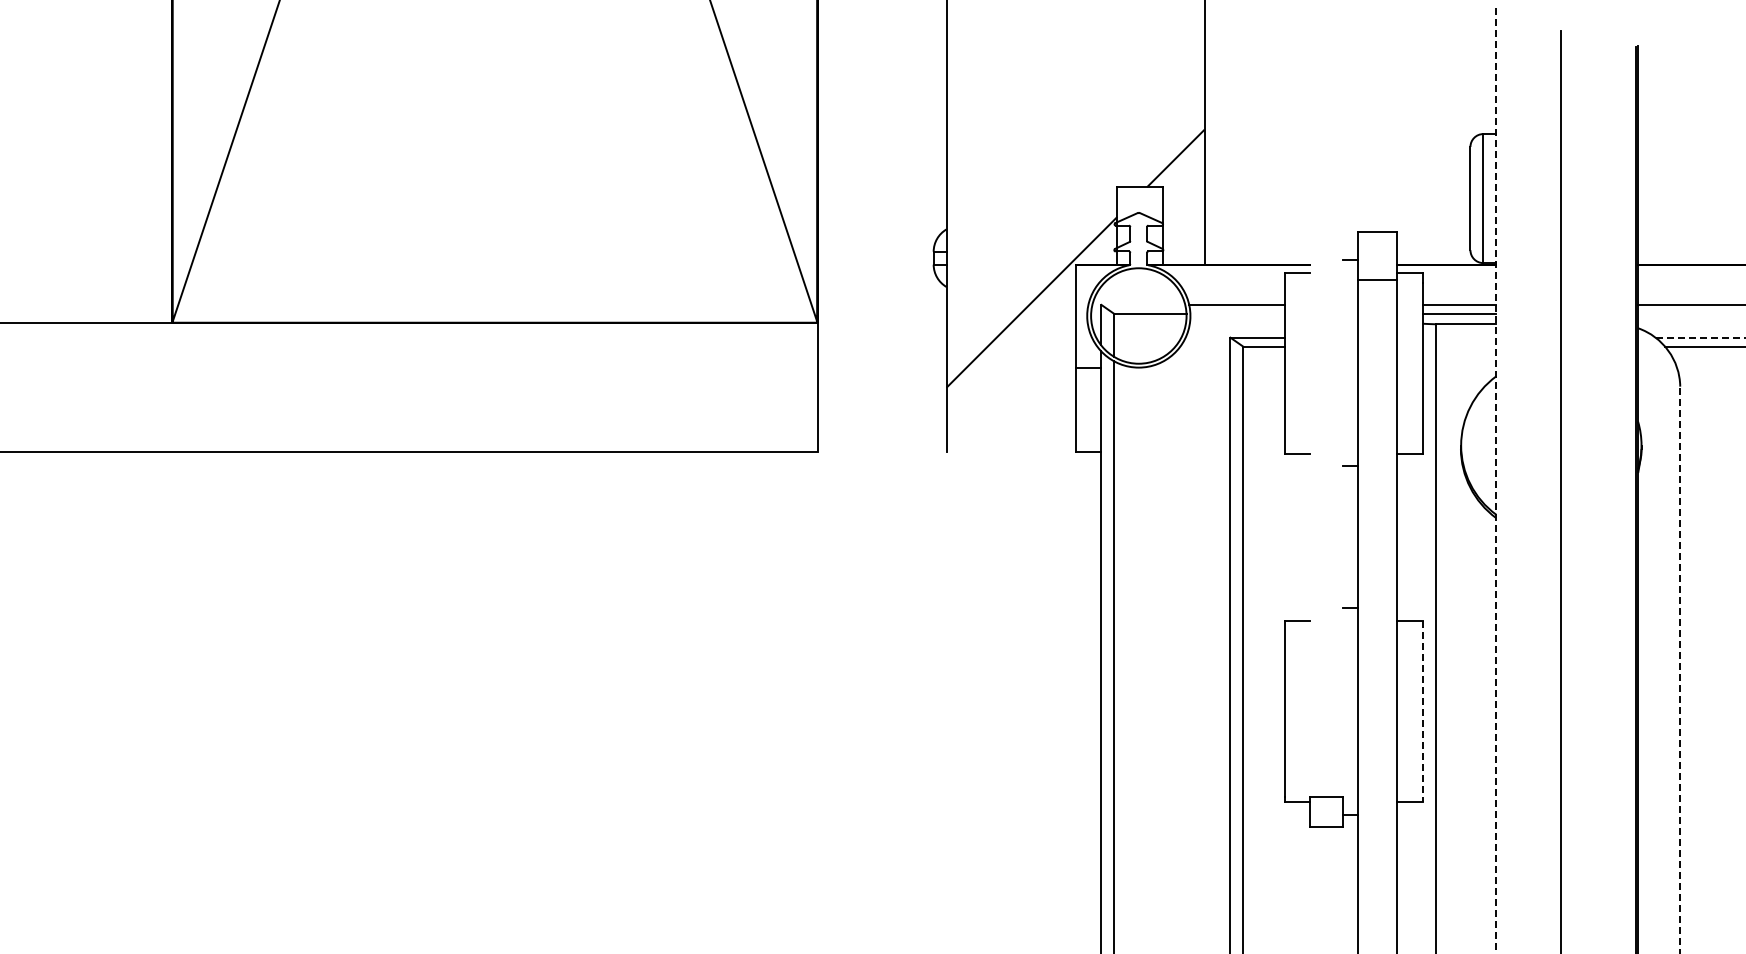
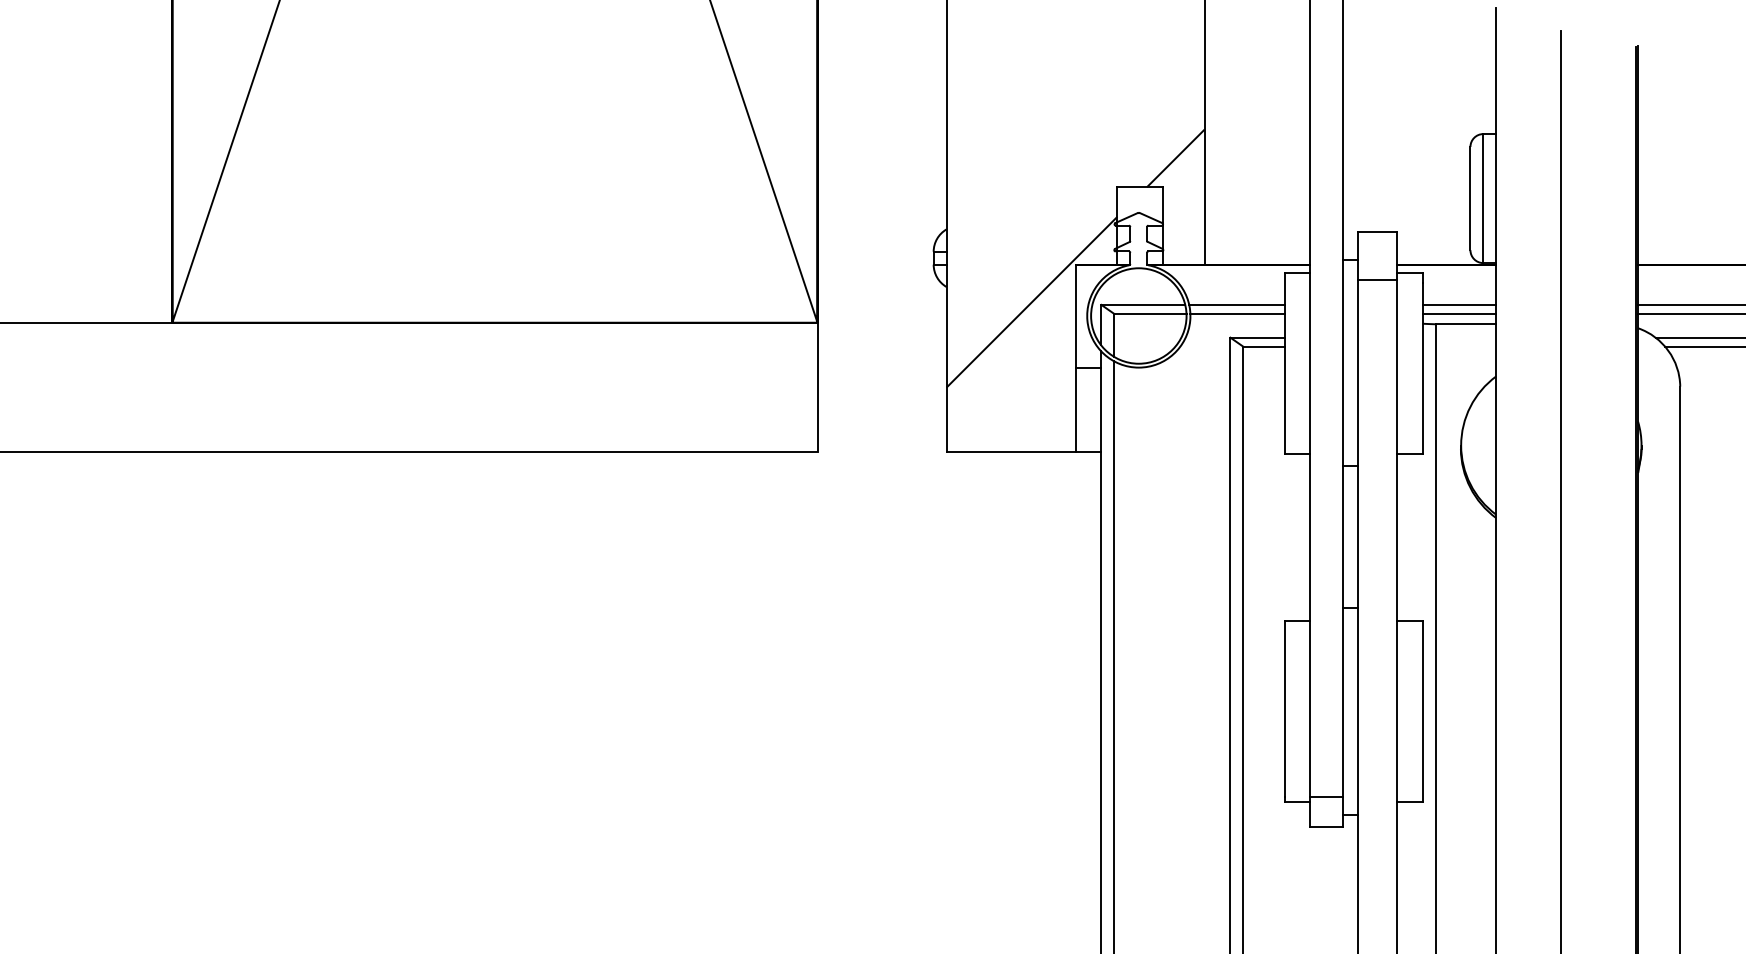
line at (1143, 304): none -> present
line at (1237, 313): none -> present
line at (1690, 313): none -> present
line at (1700, 337): dashed -> solid
line at (1310, 399): none -> present
line at (1342, 399): none -> present
line at (1010, 451): none -> present
line at (1496, 480): dashed -> solid
line at (1680, 669): dashed -> solid
line at (1422, 711): dashed -> solid
